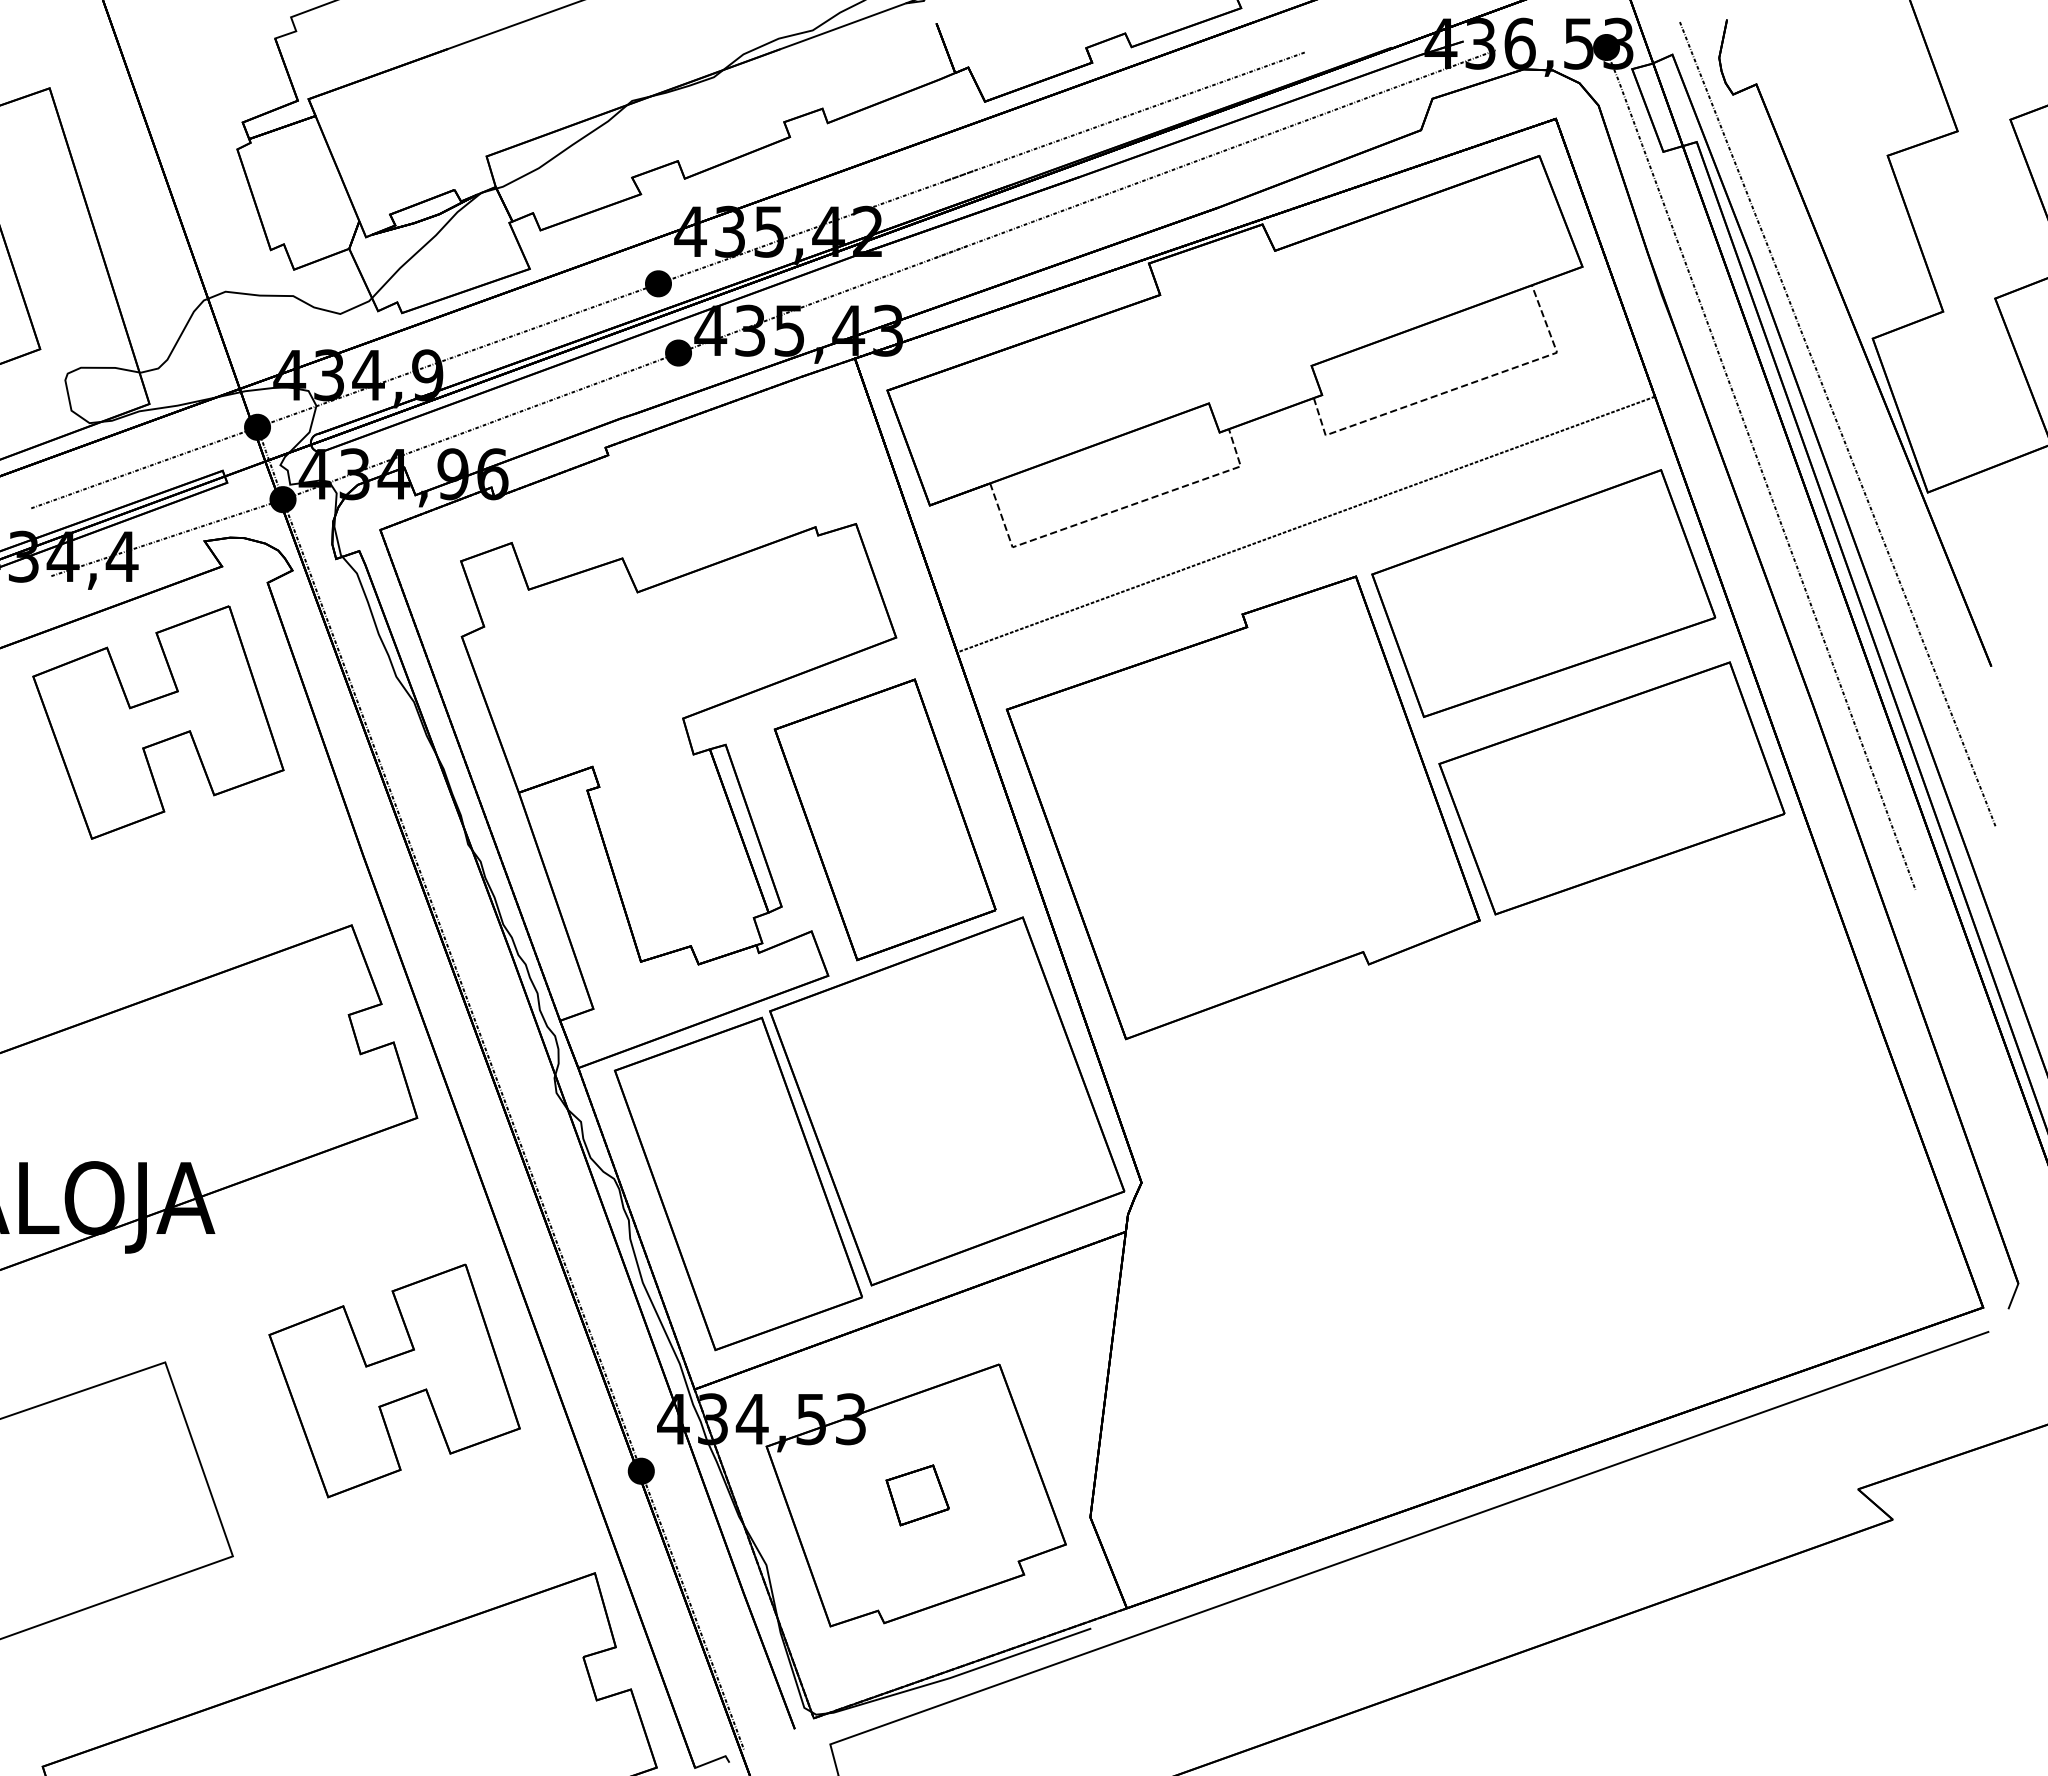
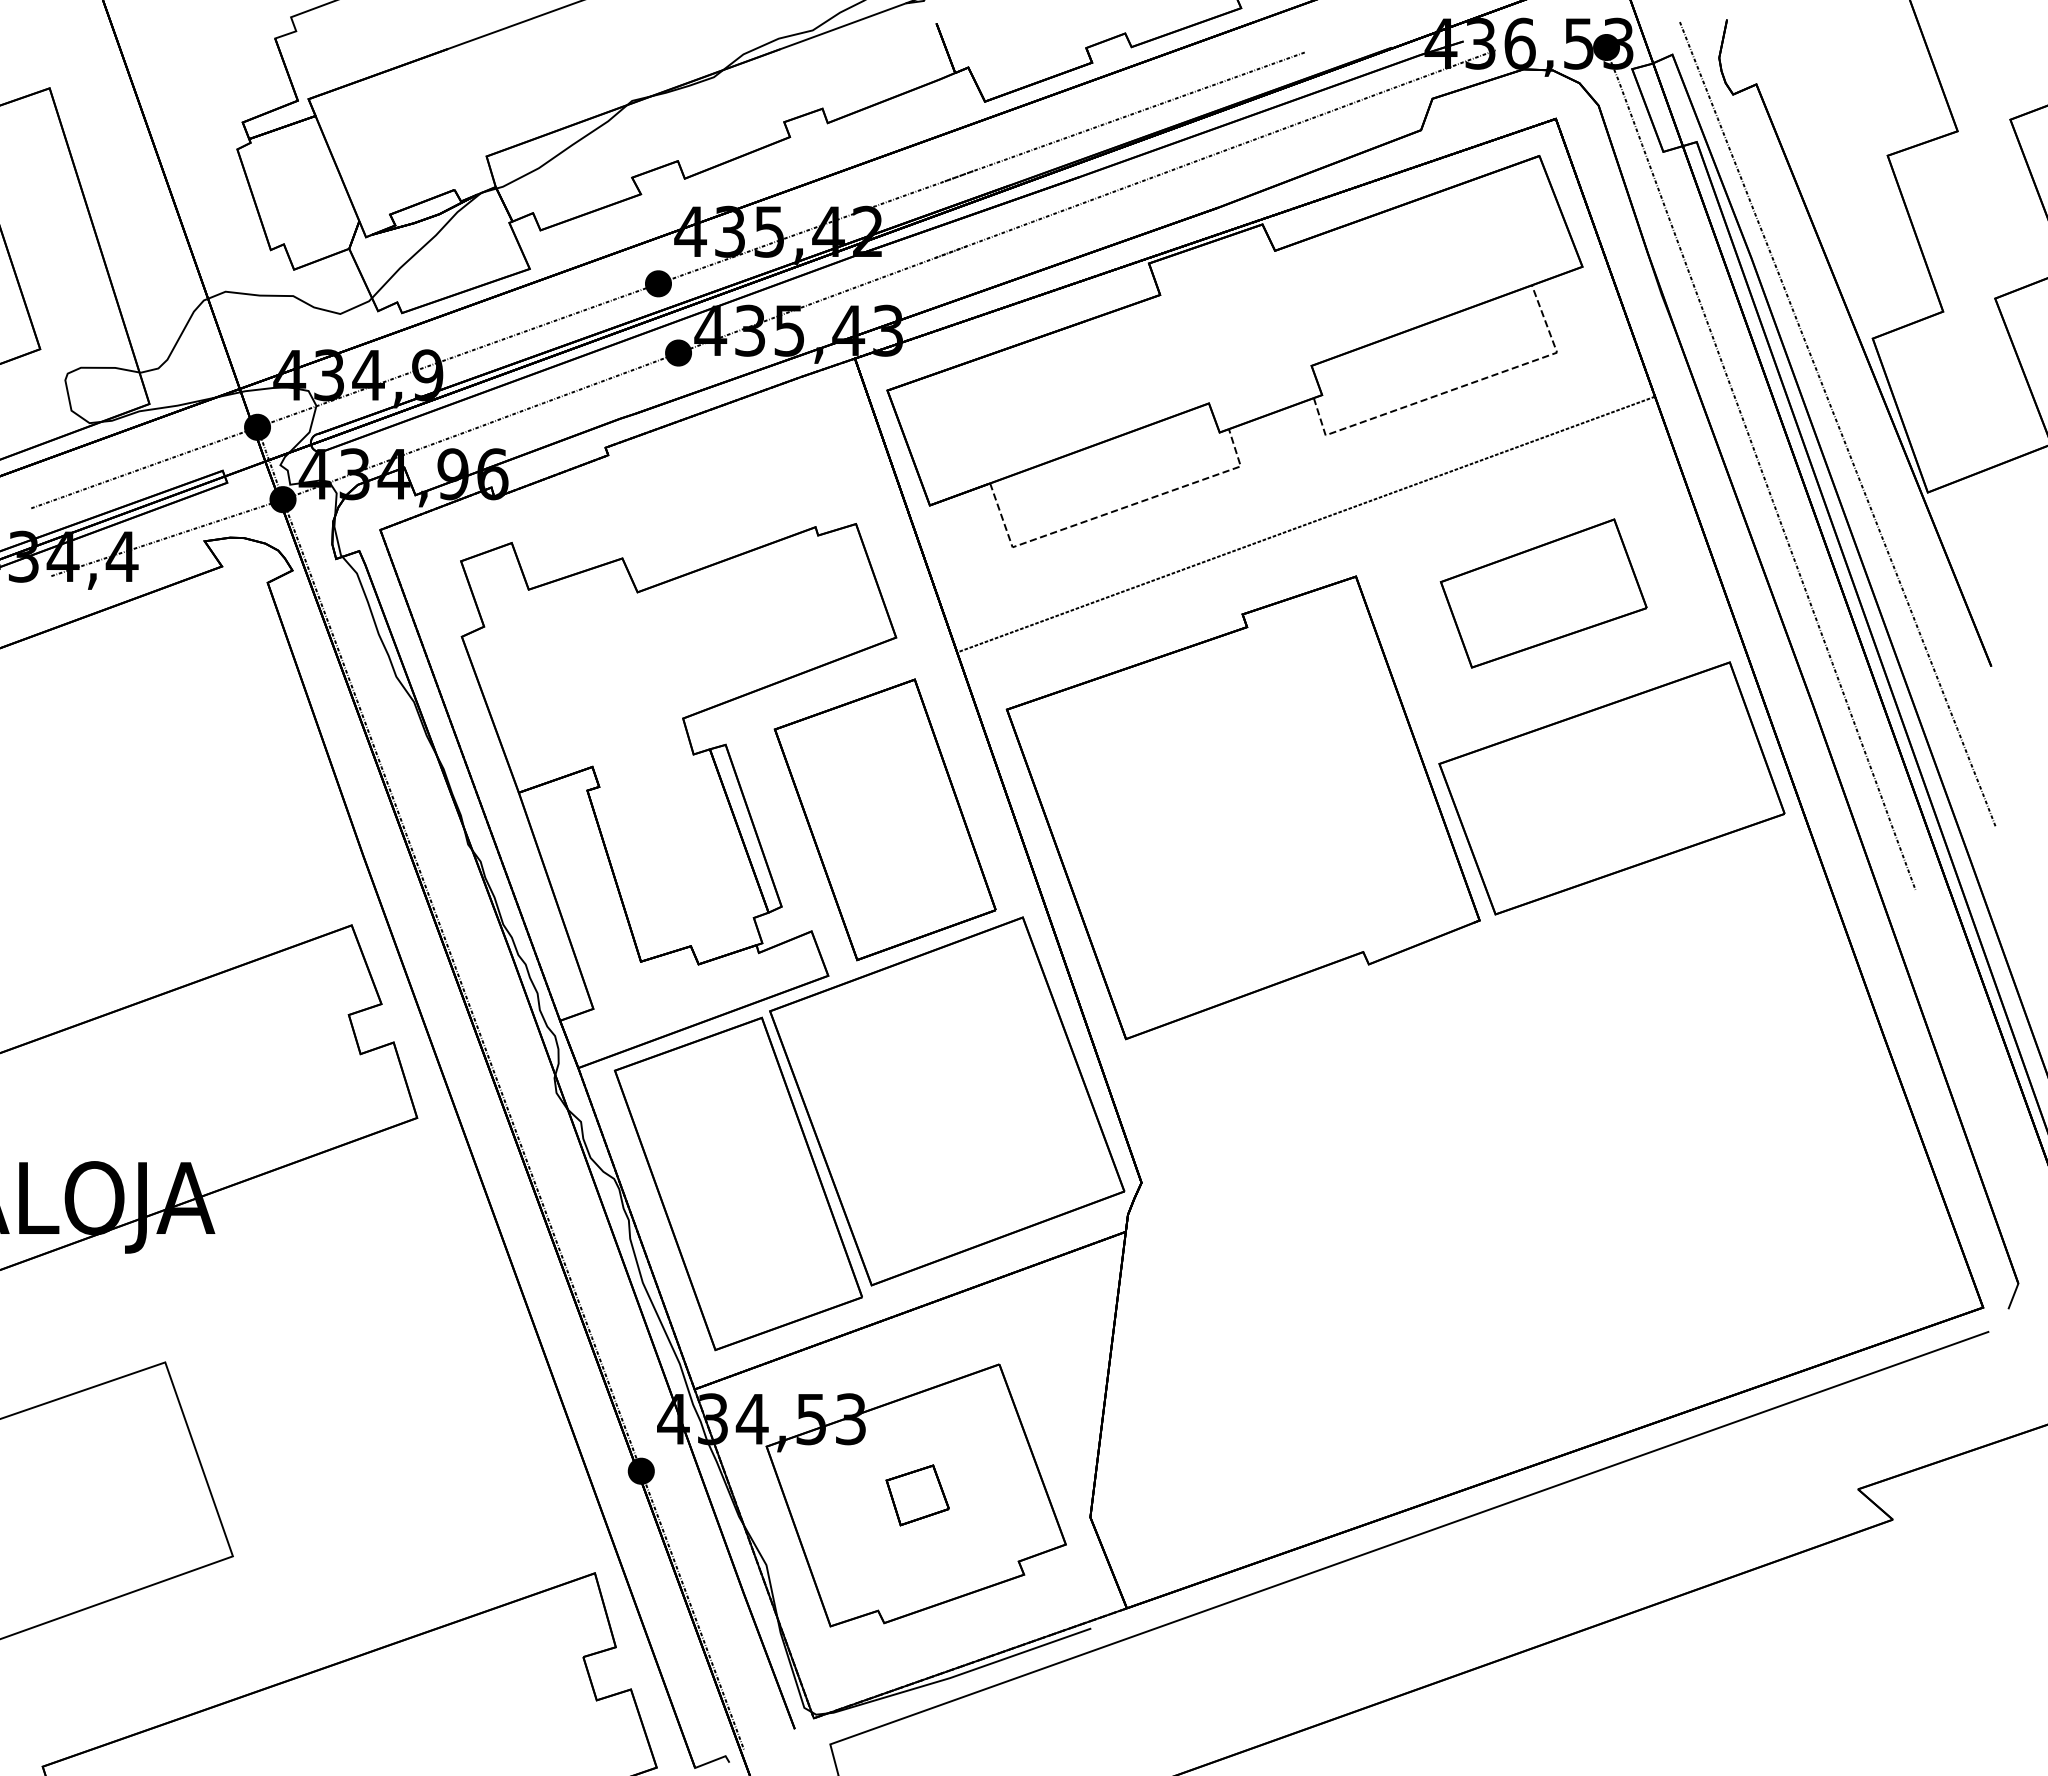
part at (1543, 593) size: 346x249 px -> 209x151 px
part at (158, 722): present -> none
part at (394, 1380): present -> none
